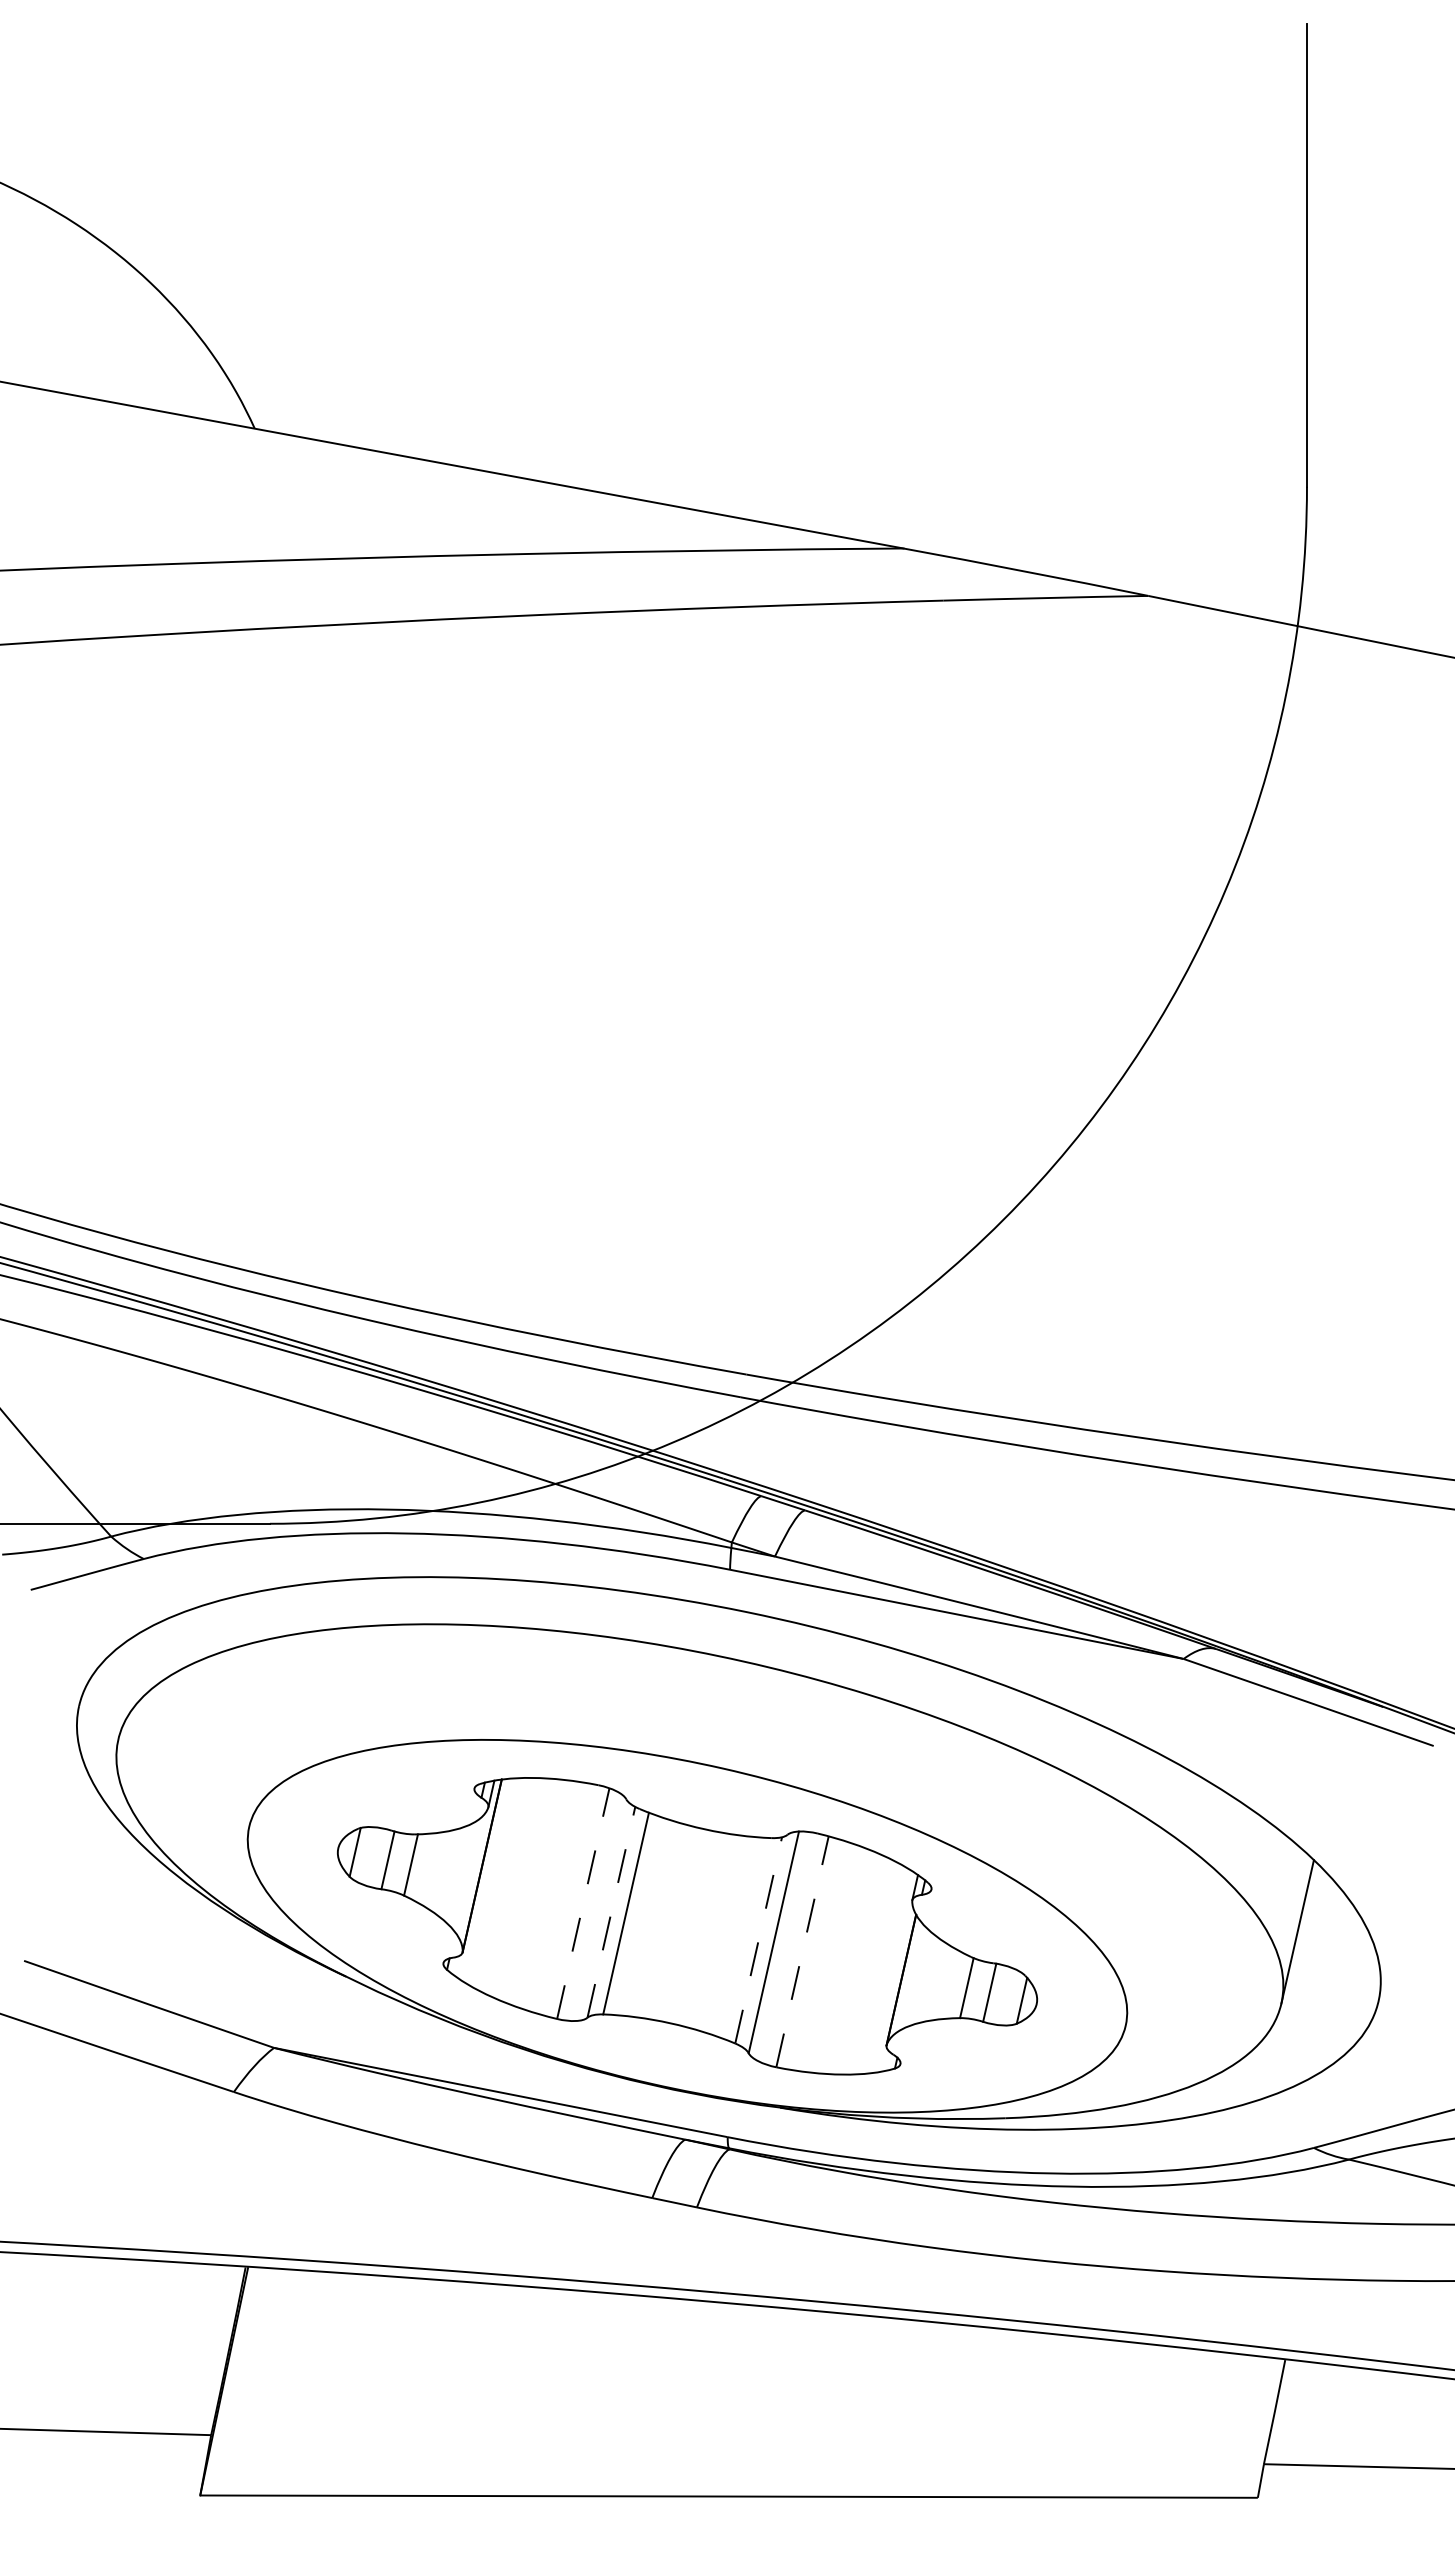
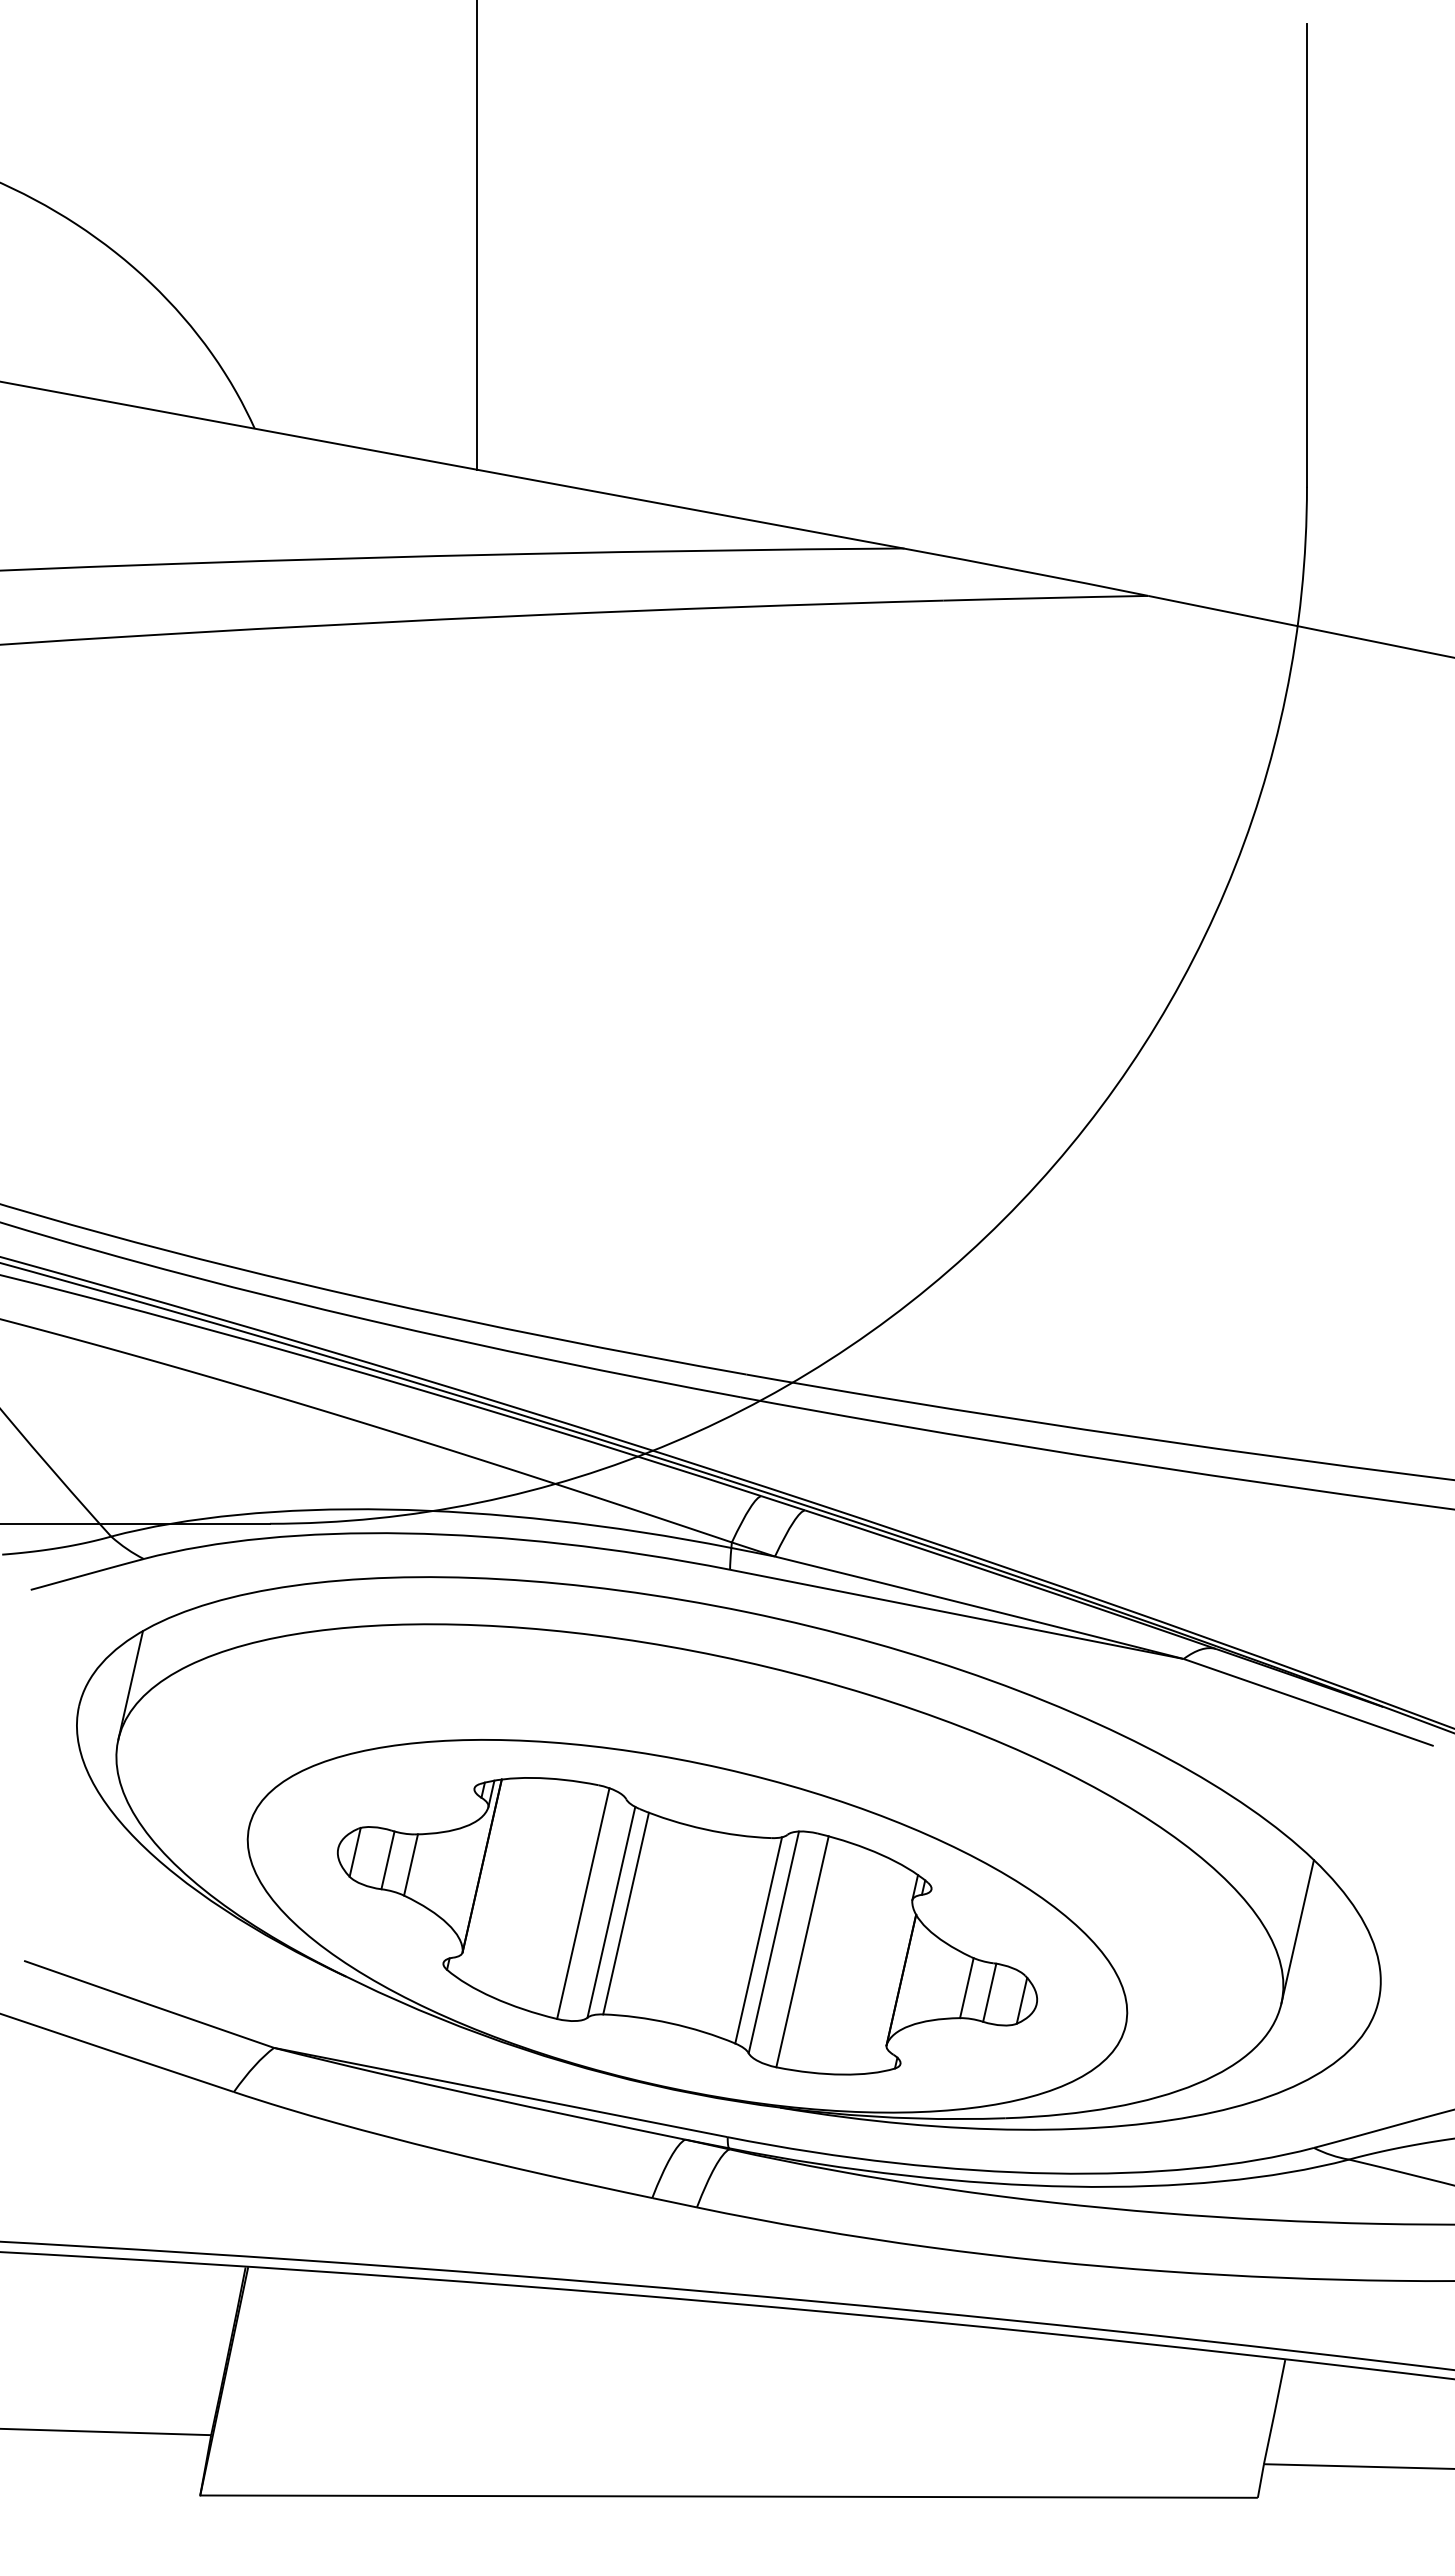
line at (476, 235): none -> present
line at (130, 1685): none -> present
line at (583, 1903): dashed -> solid
line at (611, 1911): dashed -> solid
line at (758, 1940): dashed -> solid
line at (802, 1951): dashed -> solid
